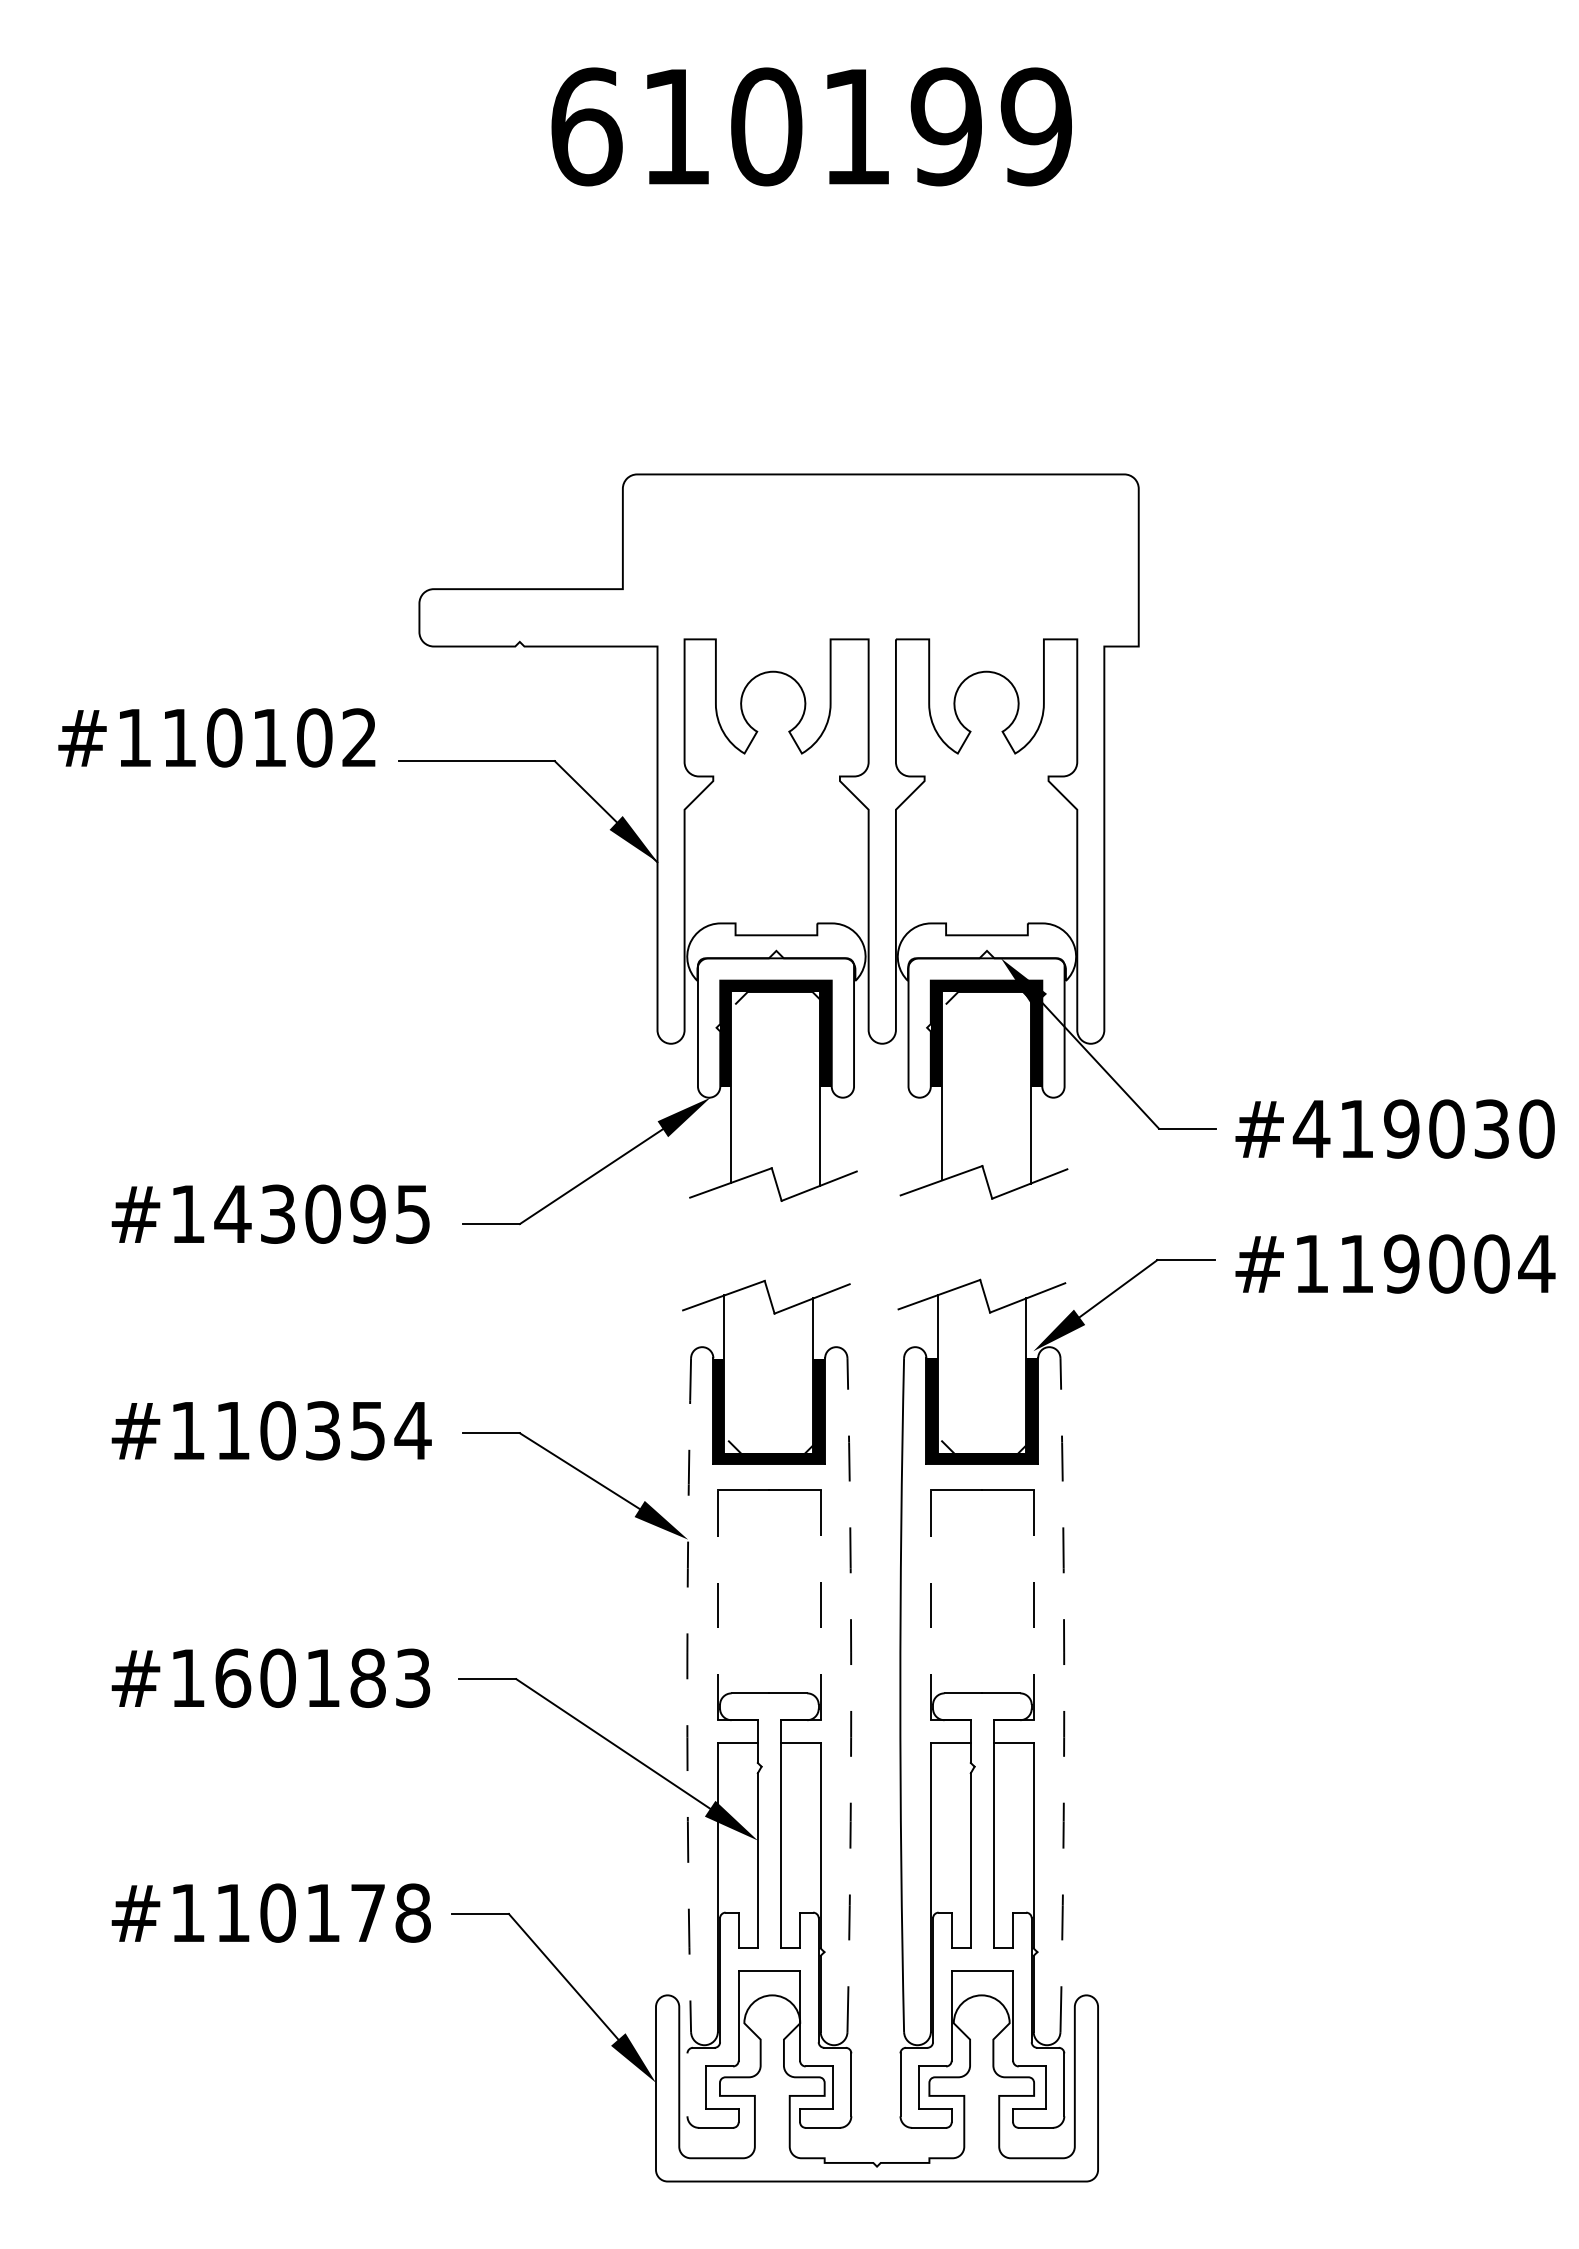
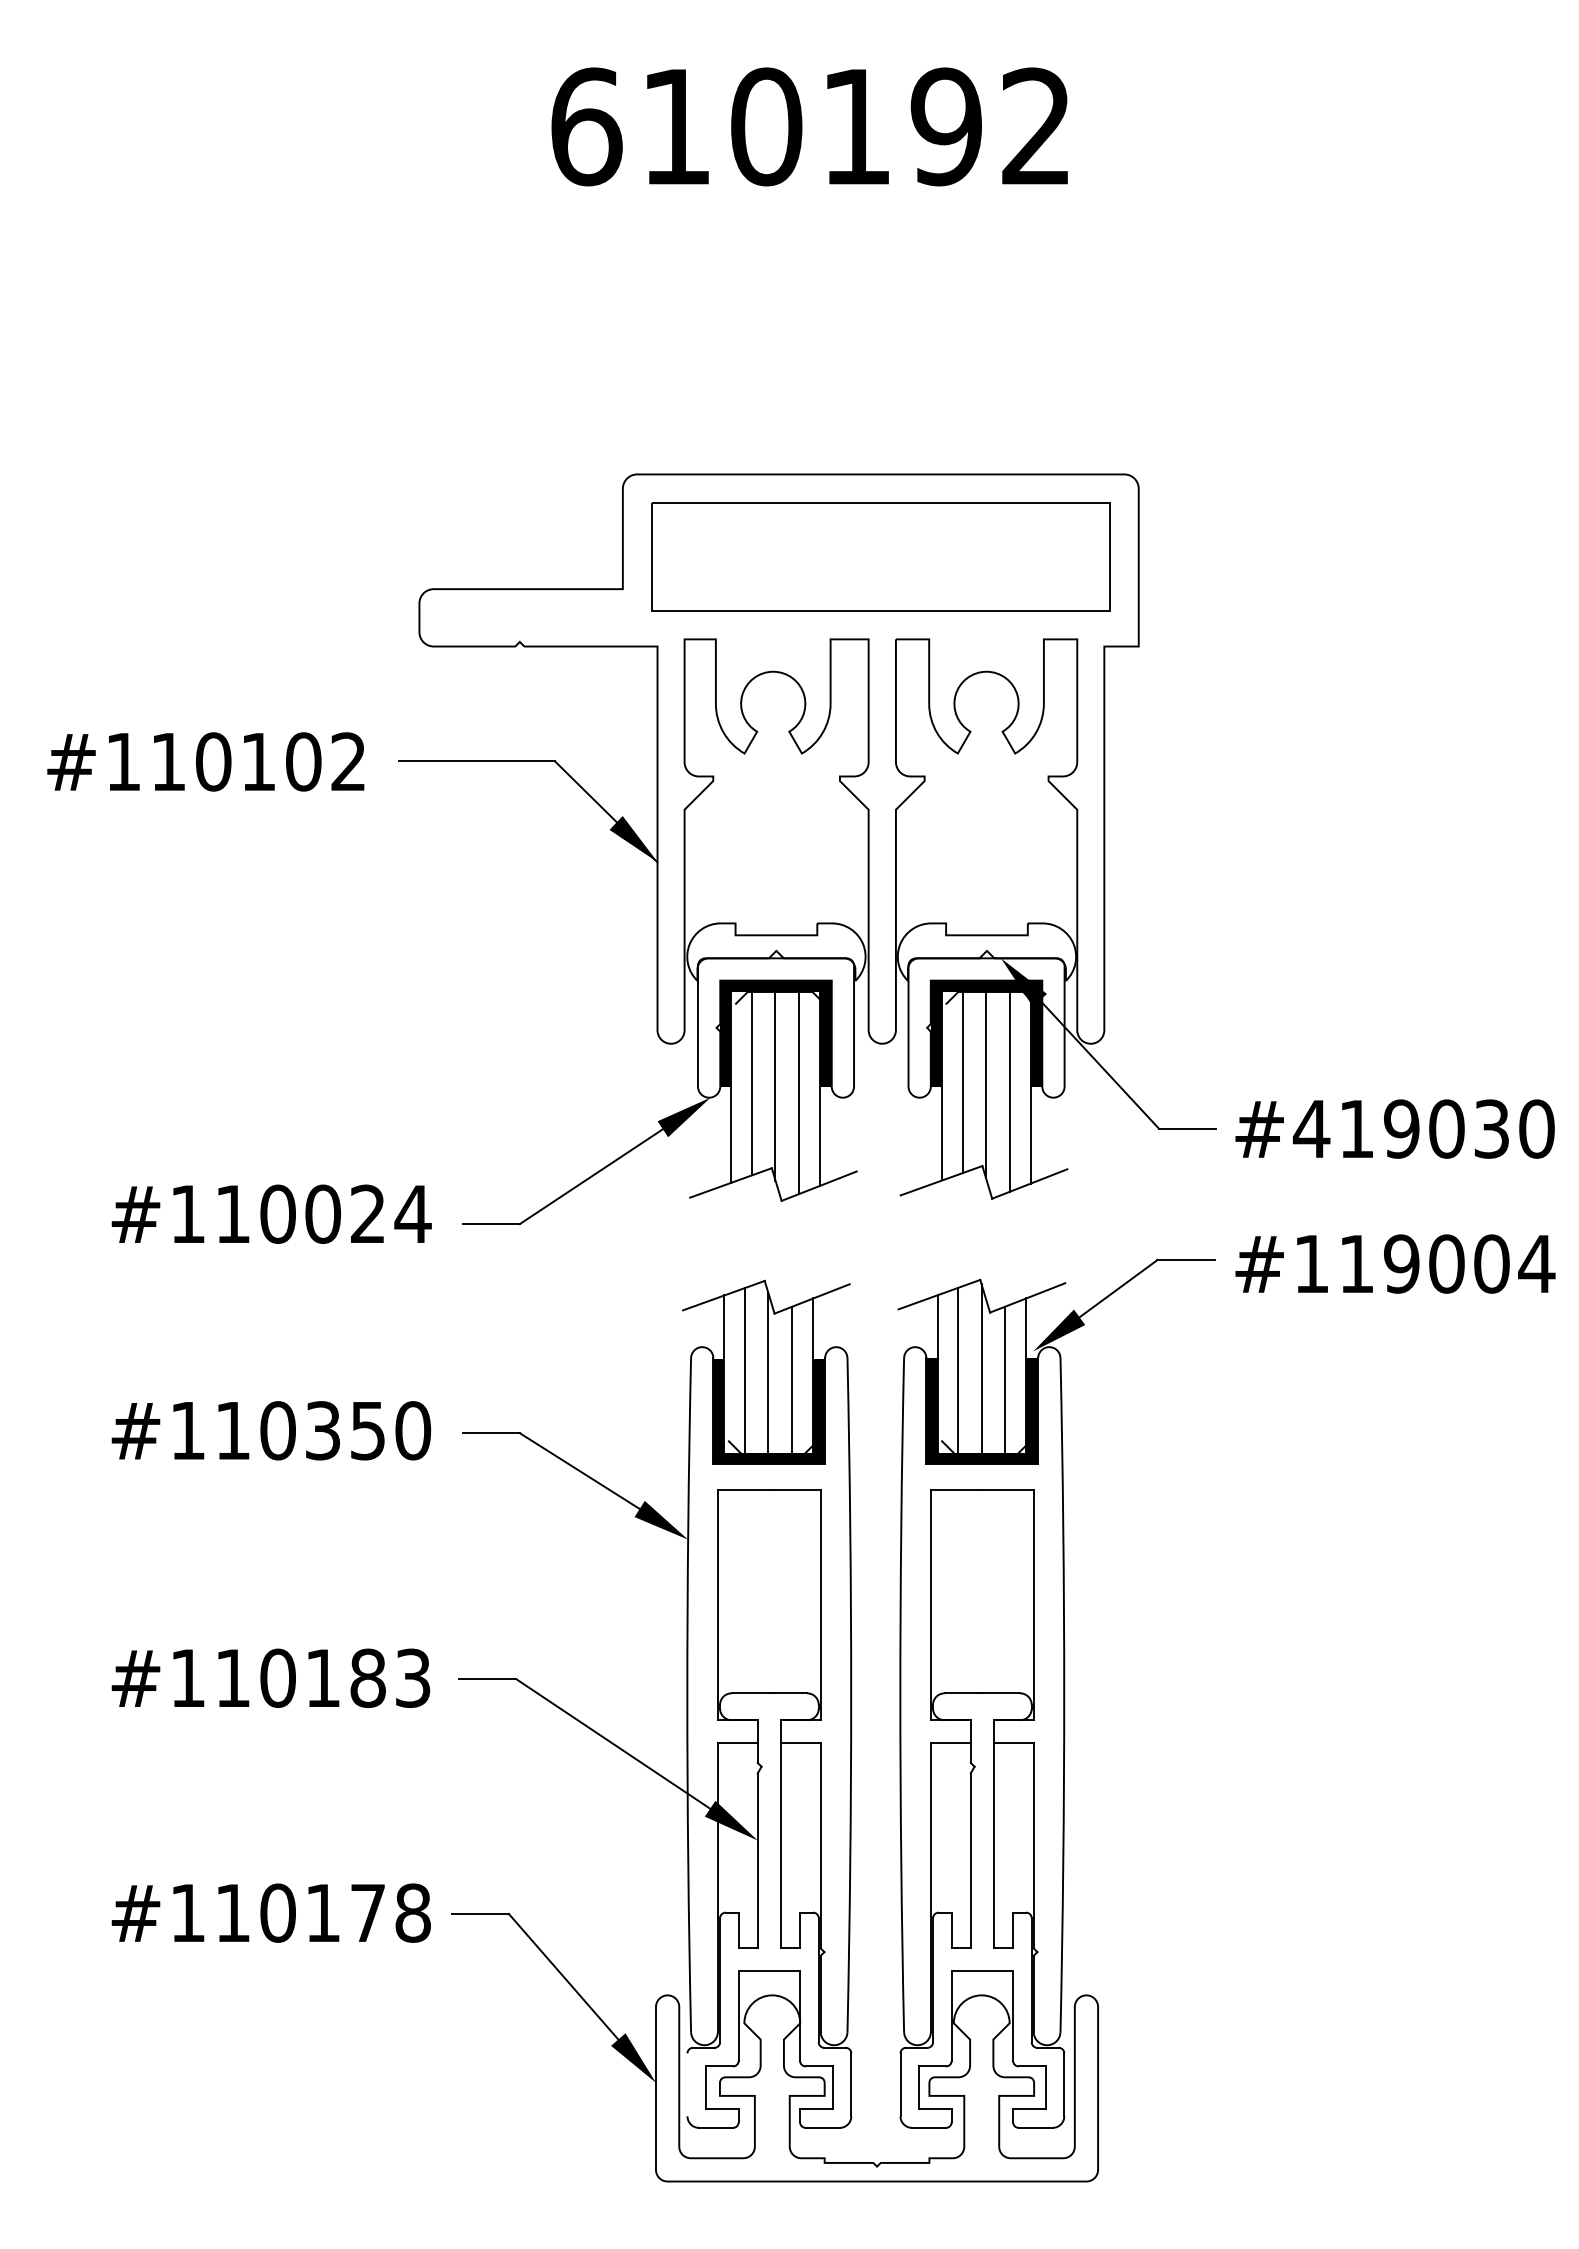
text at (1035, 126): 610199 -> 610192
part at (880, 556): none -> present
text at (216, 737) position: (216, 737) -> (205, 761)
line at (962, 1082): none -> present
line at (752, 1083): none -> present
line at (986, 1085): none -> present
line at (775, 1086): none -> present
line at (1009, 1091): none -> present
line at (798, 1093): none -> present
text at (322, 1213): #143095 -> #110024
line at (981, 1368): none -> present
line at (744, 1369): none -> present
line at (958, 1369): none -> present
line at (768, 1372): none -> present
line at (791, 1379): none -> present
line at (1005, 1379): none -> present
text at (412, 1430): #110354 -> #110350
line at (717, 1605): dashed -> solid
line at (820, 1605): dashed -> solid
line at (930, 1605): dashed -> solid
line at (1033, 1605): dashed -> solid
text at (233, 1677): #160183 -> #110183
arc at (687, 1695): dashed -> solid
arc at (851, 1695): dashed -> solid
arc at (1064, 1695): dashed -> solid
